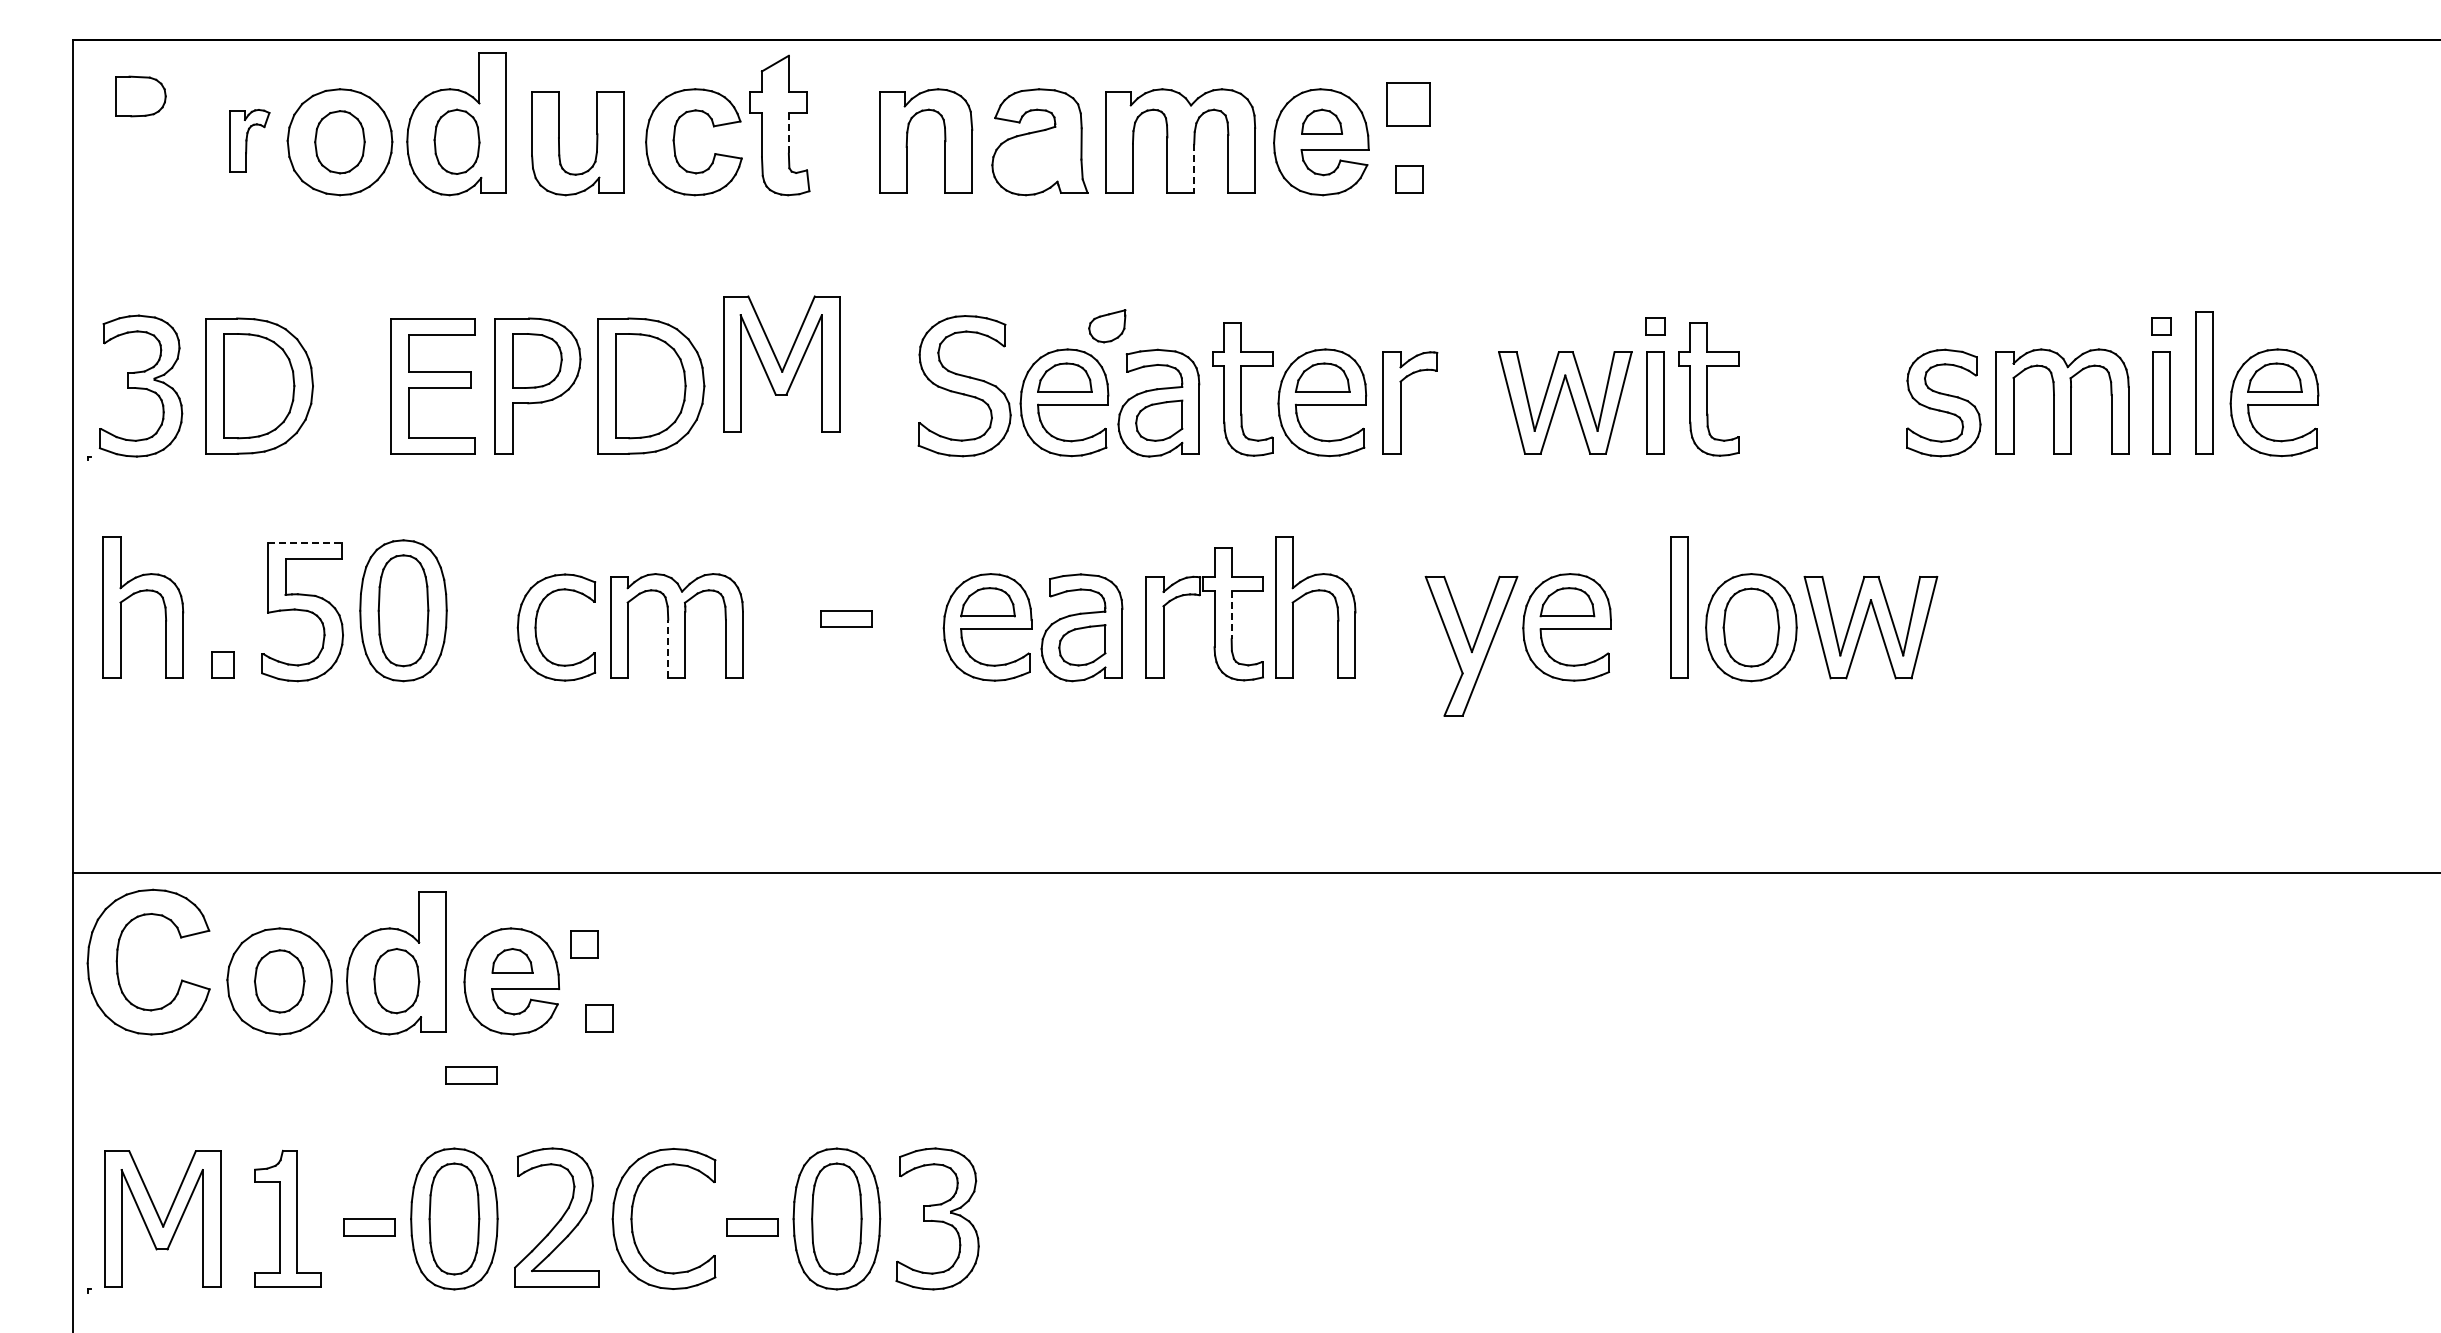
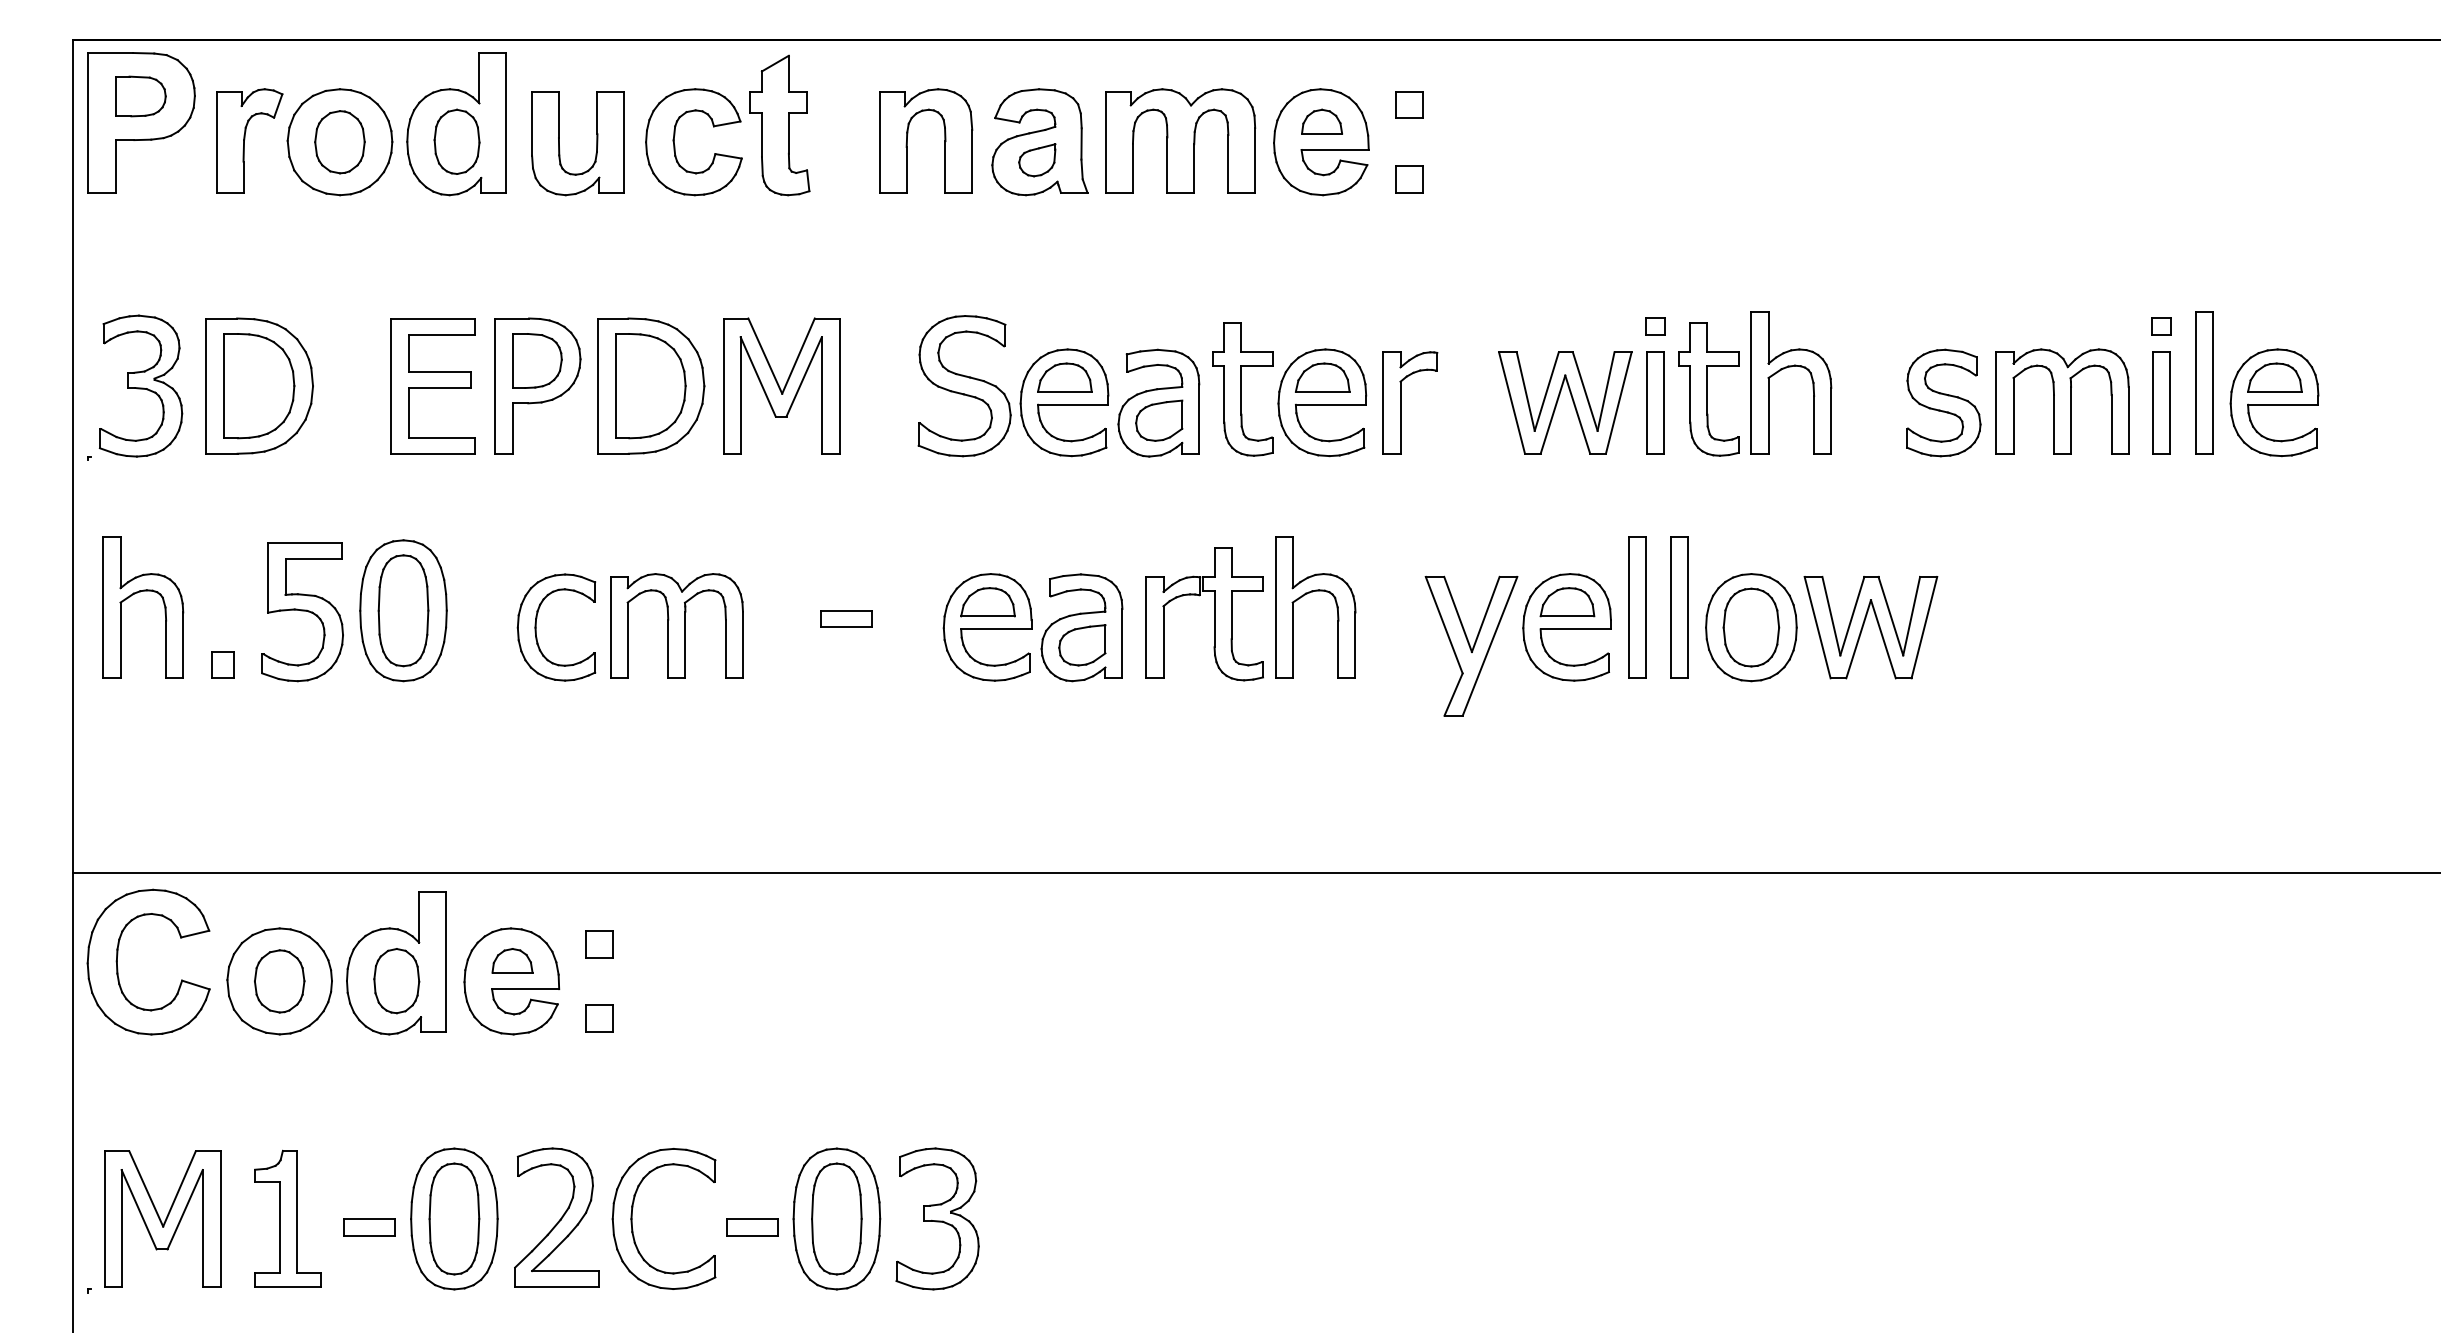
part at (1408, 104) size: 45x45 px -> 29x28 px
part at (141, 122): none -> present
line at (788, 133): dashed -> solid
part at (249, 140) size: 42x64 px -> 68x106 px
line at (1194, 169): dashed -> solid
part at (1107, 326) position: (1107, 326) -> (1037, 160)
part at (781, 363) position: (781, 363) -> (781, 385)
part at (1784, 369): none -> present
line at (305, 543): dashed -> solid
part at (1637, 607): none -> present
line at (1231, 615): dashed -> solid
line at (668, 648): dashed -> solid
part at (584, 944) position: (584, 944) -> (599, 944)
part at (471, 1075): present -> none
